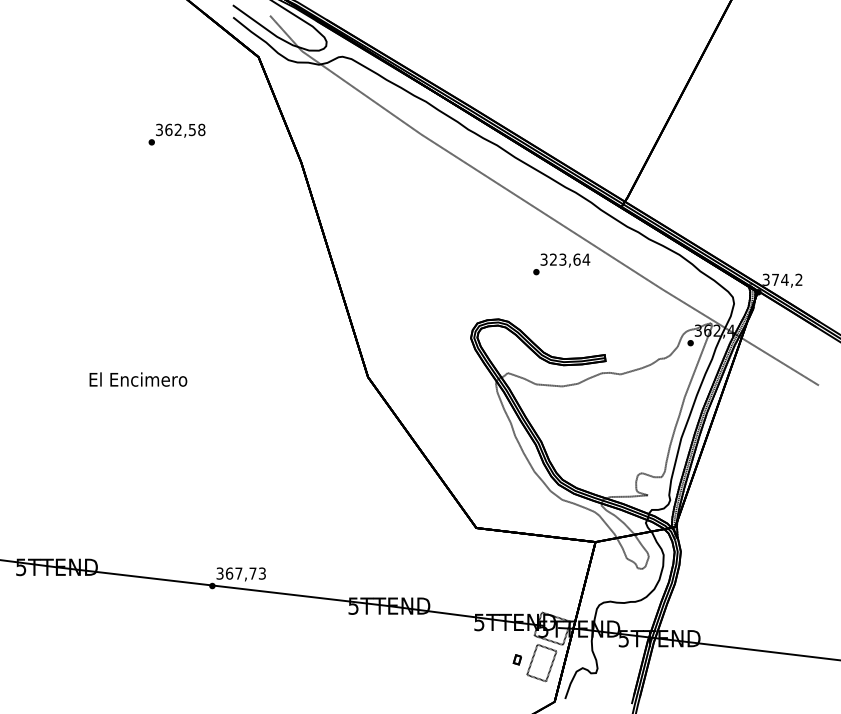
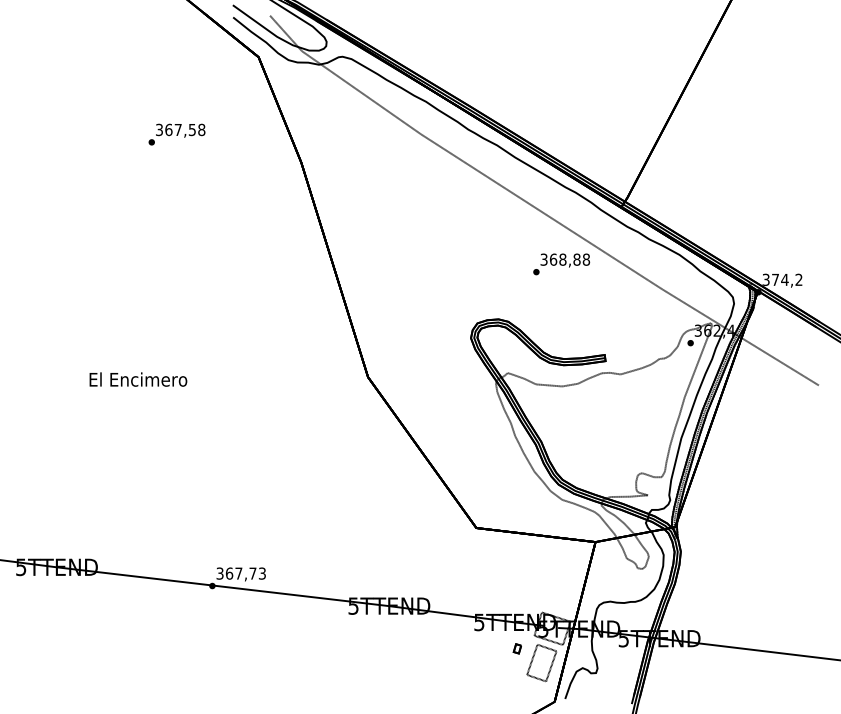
text at (177, 129): 362,58 -> 367,58
text at (569, 259): 323,64 -> 368,88
part at (516, 659) position: (516, 659) -> (516, 648)
